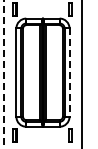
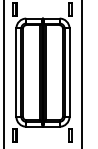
line at (69, 73): dashed -> solid
line at (3, 74): dashed -> solid
